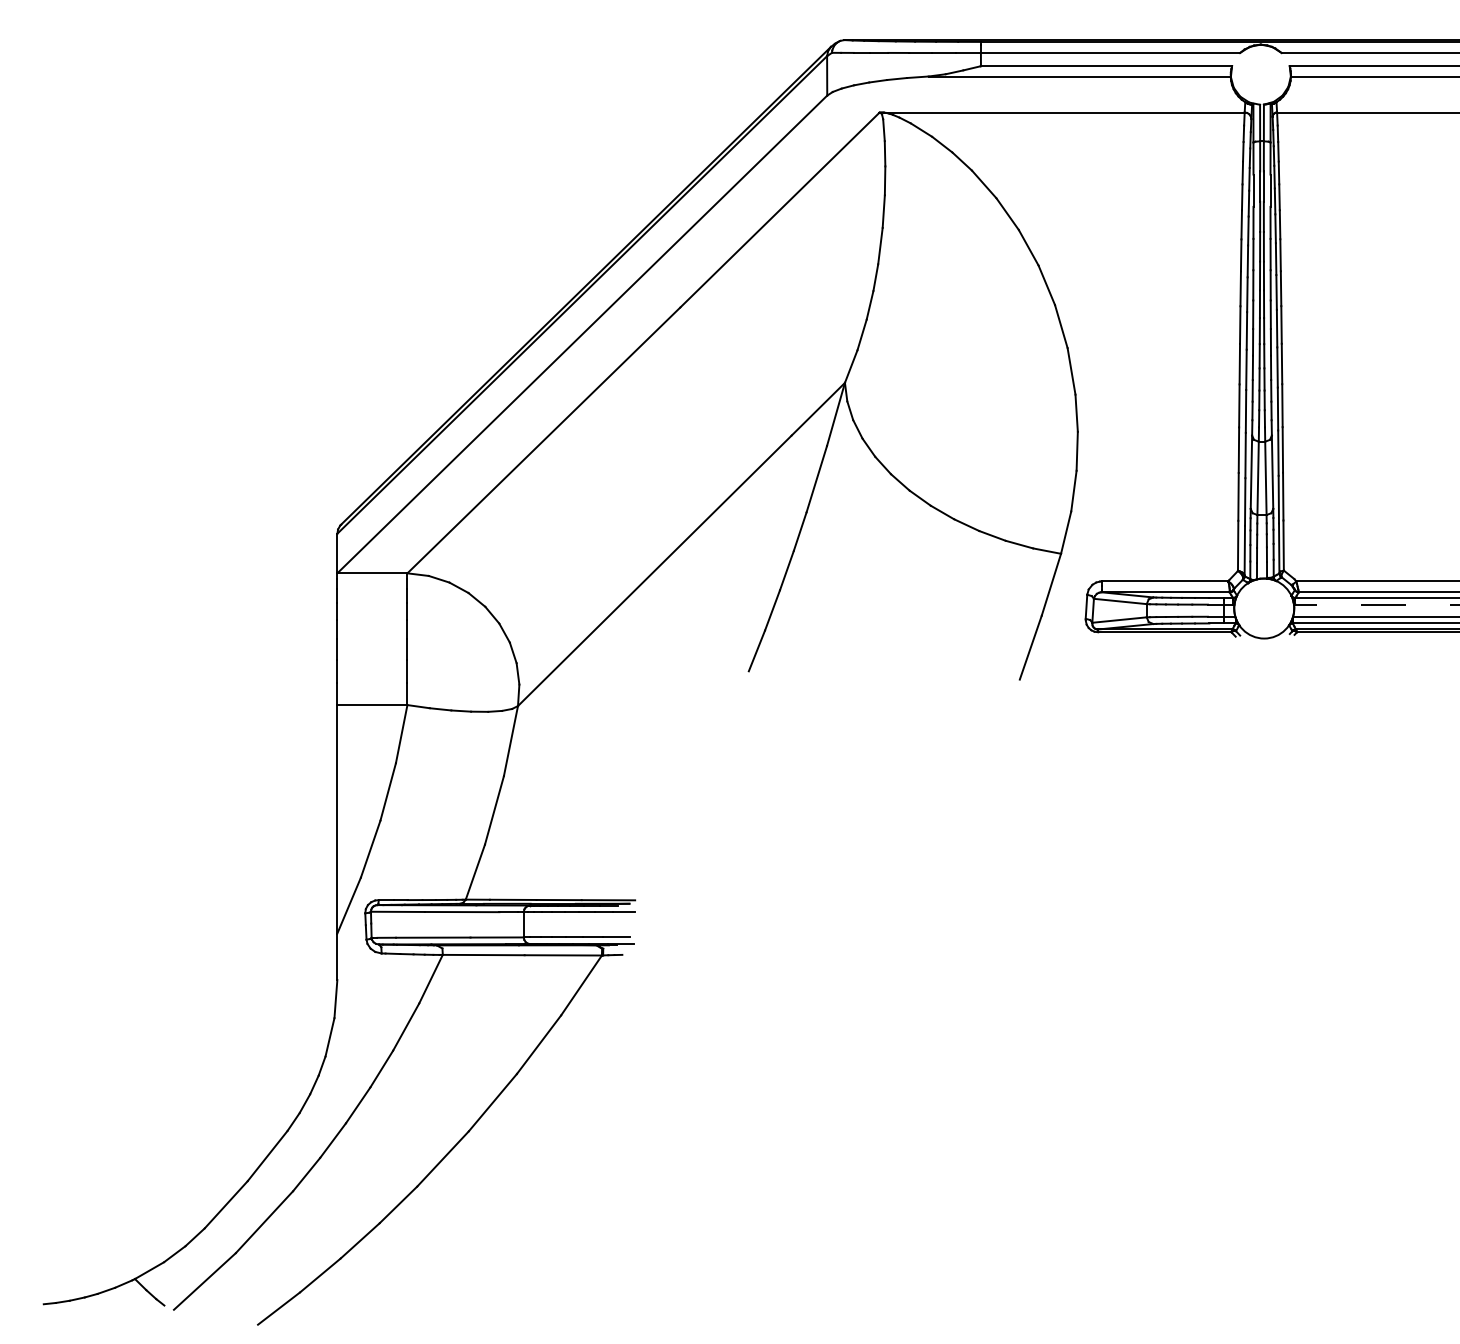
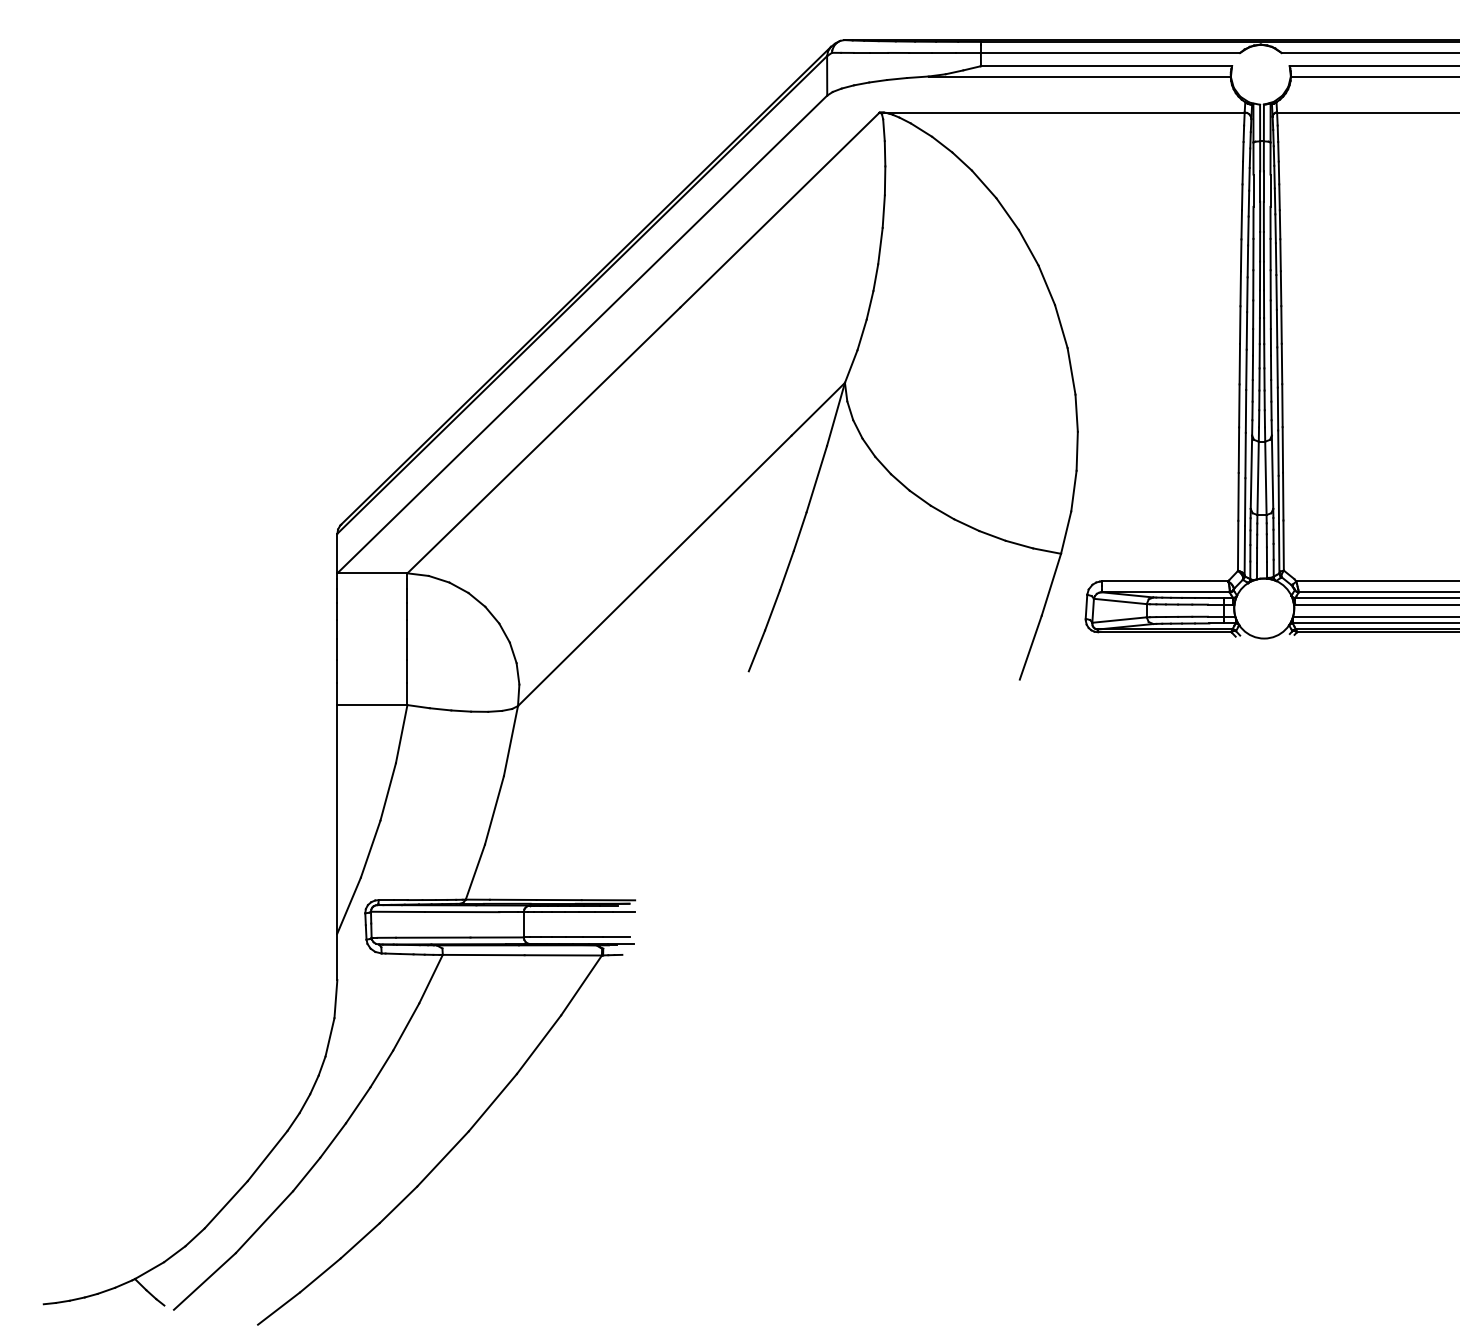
line at (1377, 604): dashed -> solid
